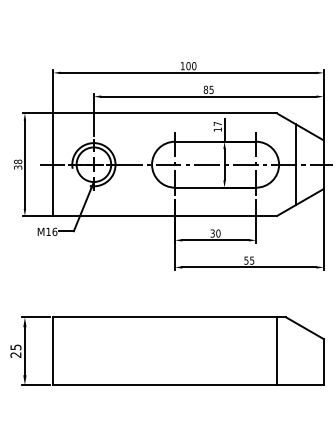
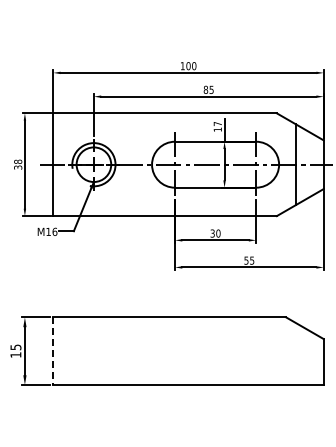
line at (53, 351): solid -> dashed
line at (276, 351): present -> none
text at (15, 354): 25 -> 15
